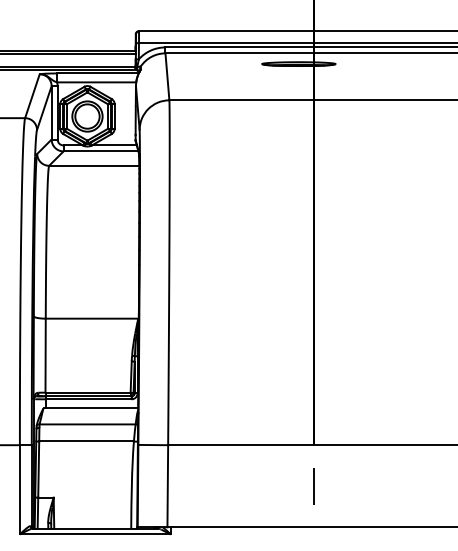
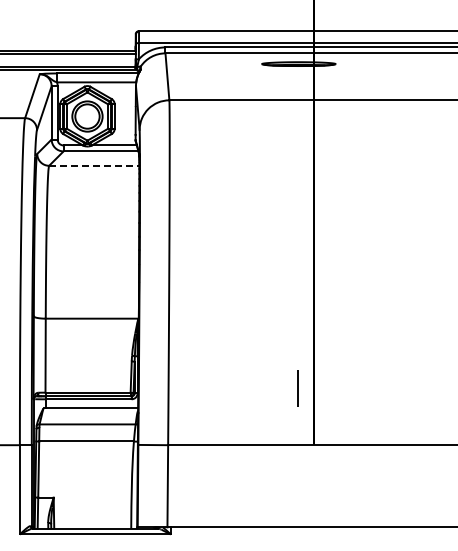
line at (94, 165): solid -> dashed
line at (313, 486) position: (313, 486) -> (297, 388)
